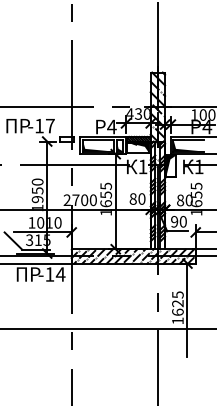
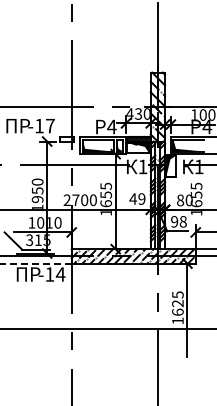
text at (137, 198): 80 -> 49
text at (182, 221): 90 -> 98
line at (35, 263): solid -> dashed
